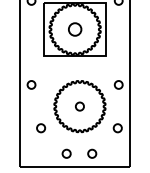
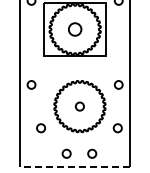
line at (75, 166): solid -> dashed
